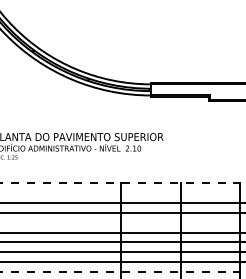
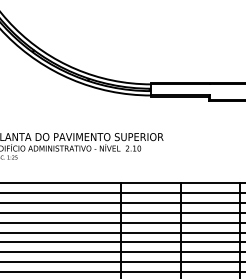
line at (123, 182): dashed -> solid
line at (122, 192): none -> present
line at (122, 222): none -> present
line at (123, 272): dashed -> solid
